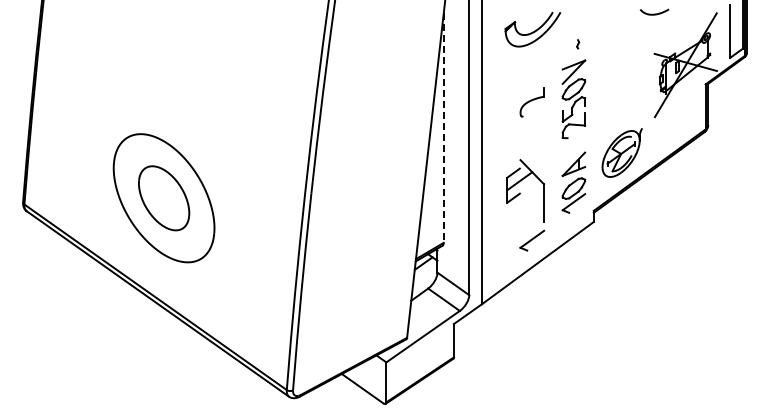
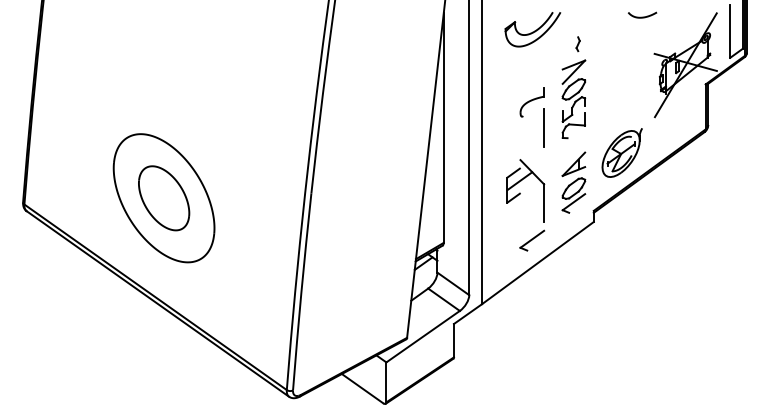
curve at (654, 13) position: (654, 13) -> (642, 16)
part at (578, 44) size: 5x11 px -> 6x17 px
line at (544, 127): none -> present
line at (443, 128): dashed -> solid
